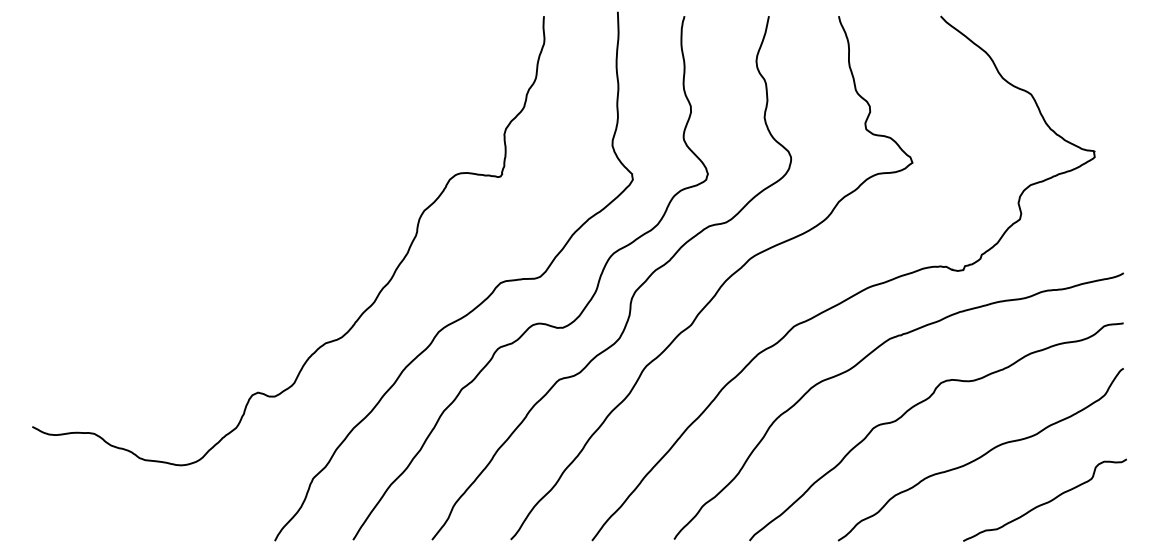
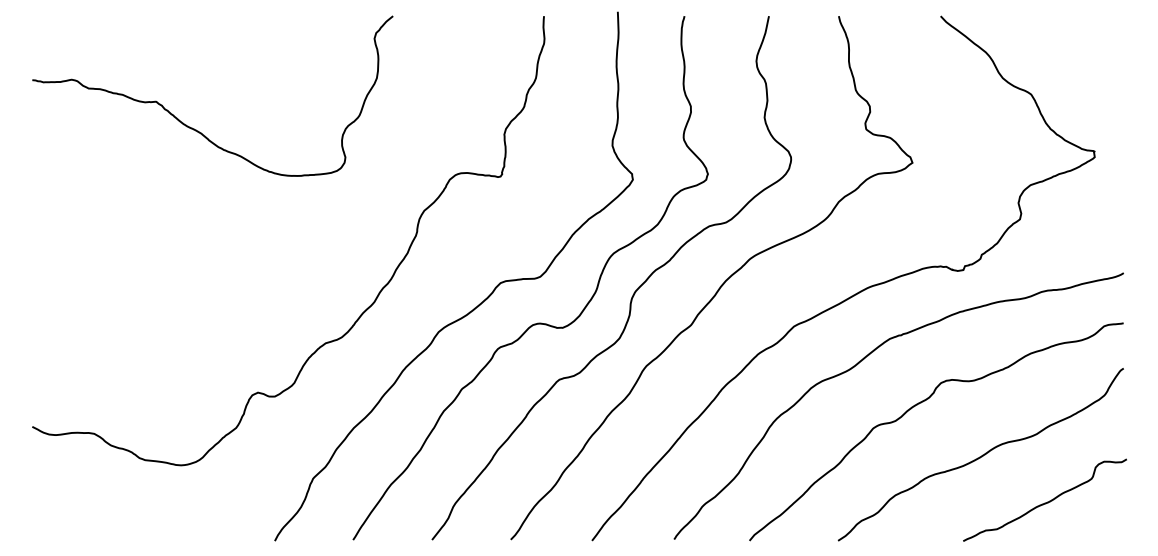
curve at (196, 129): none -> present
